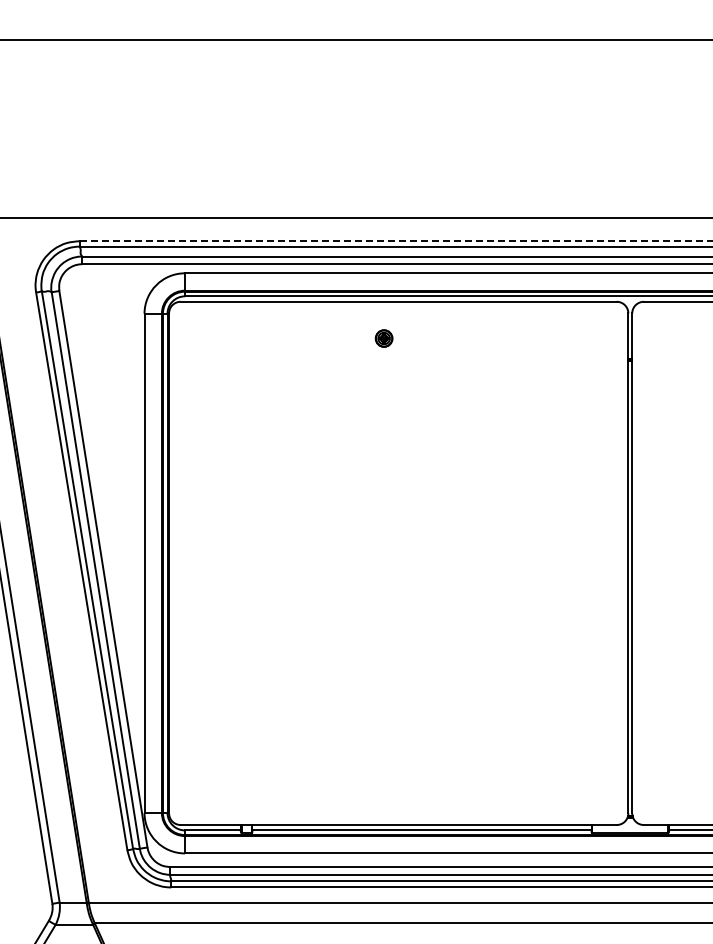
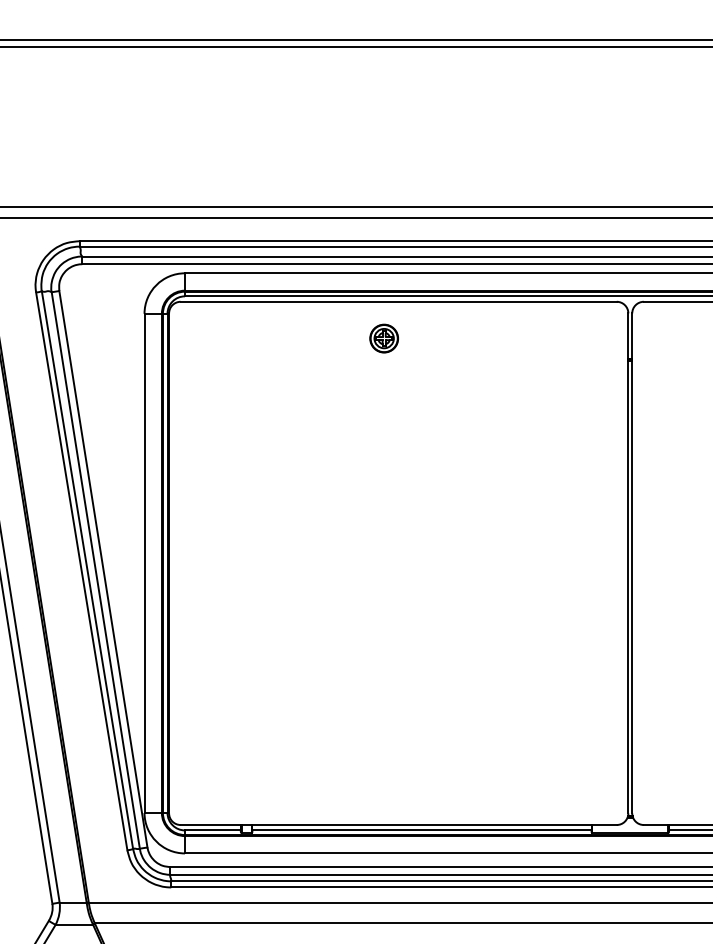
line at (355, 47): none -> present
line at (355, 206): none -> present
line at (396, 241): dashed -> solid
part at (383, 338) size: 20x19 px -> 30x31 px
